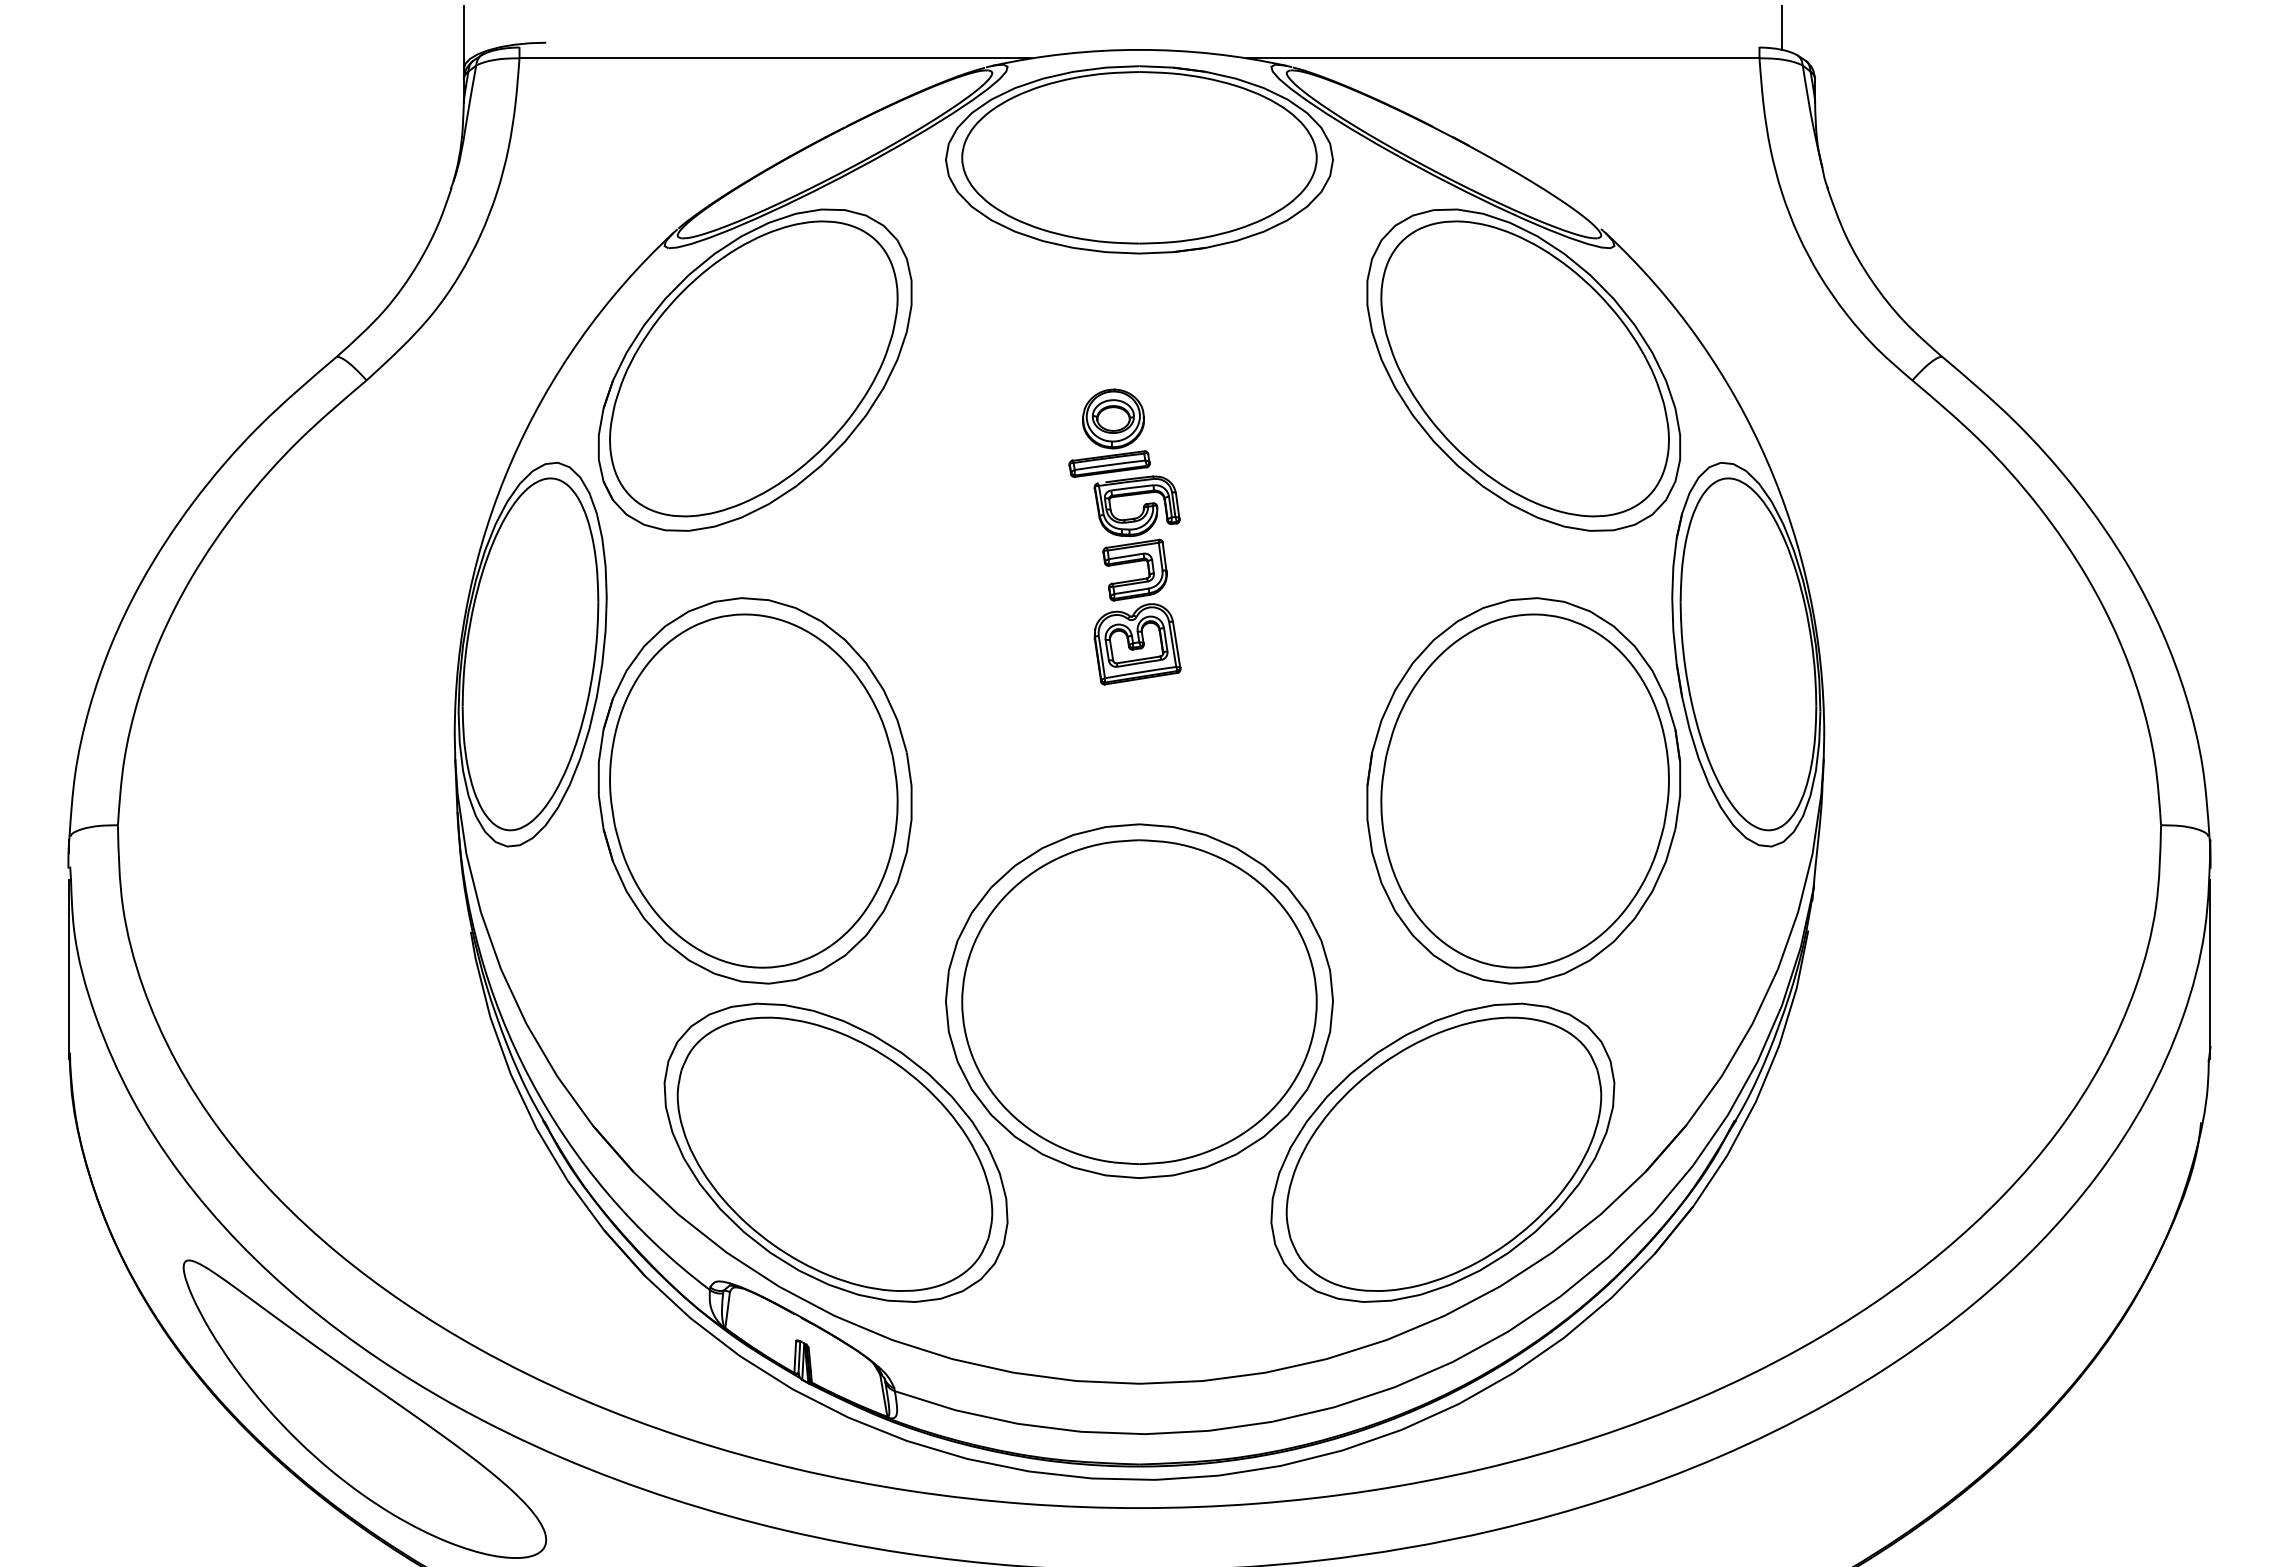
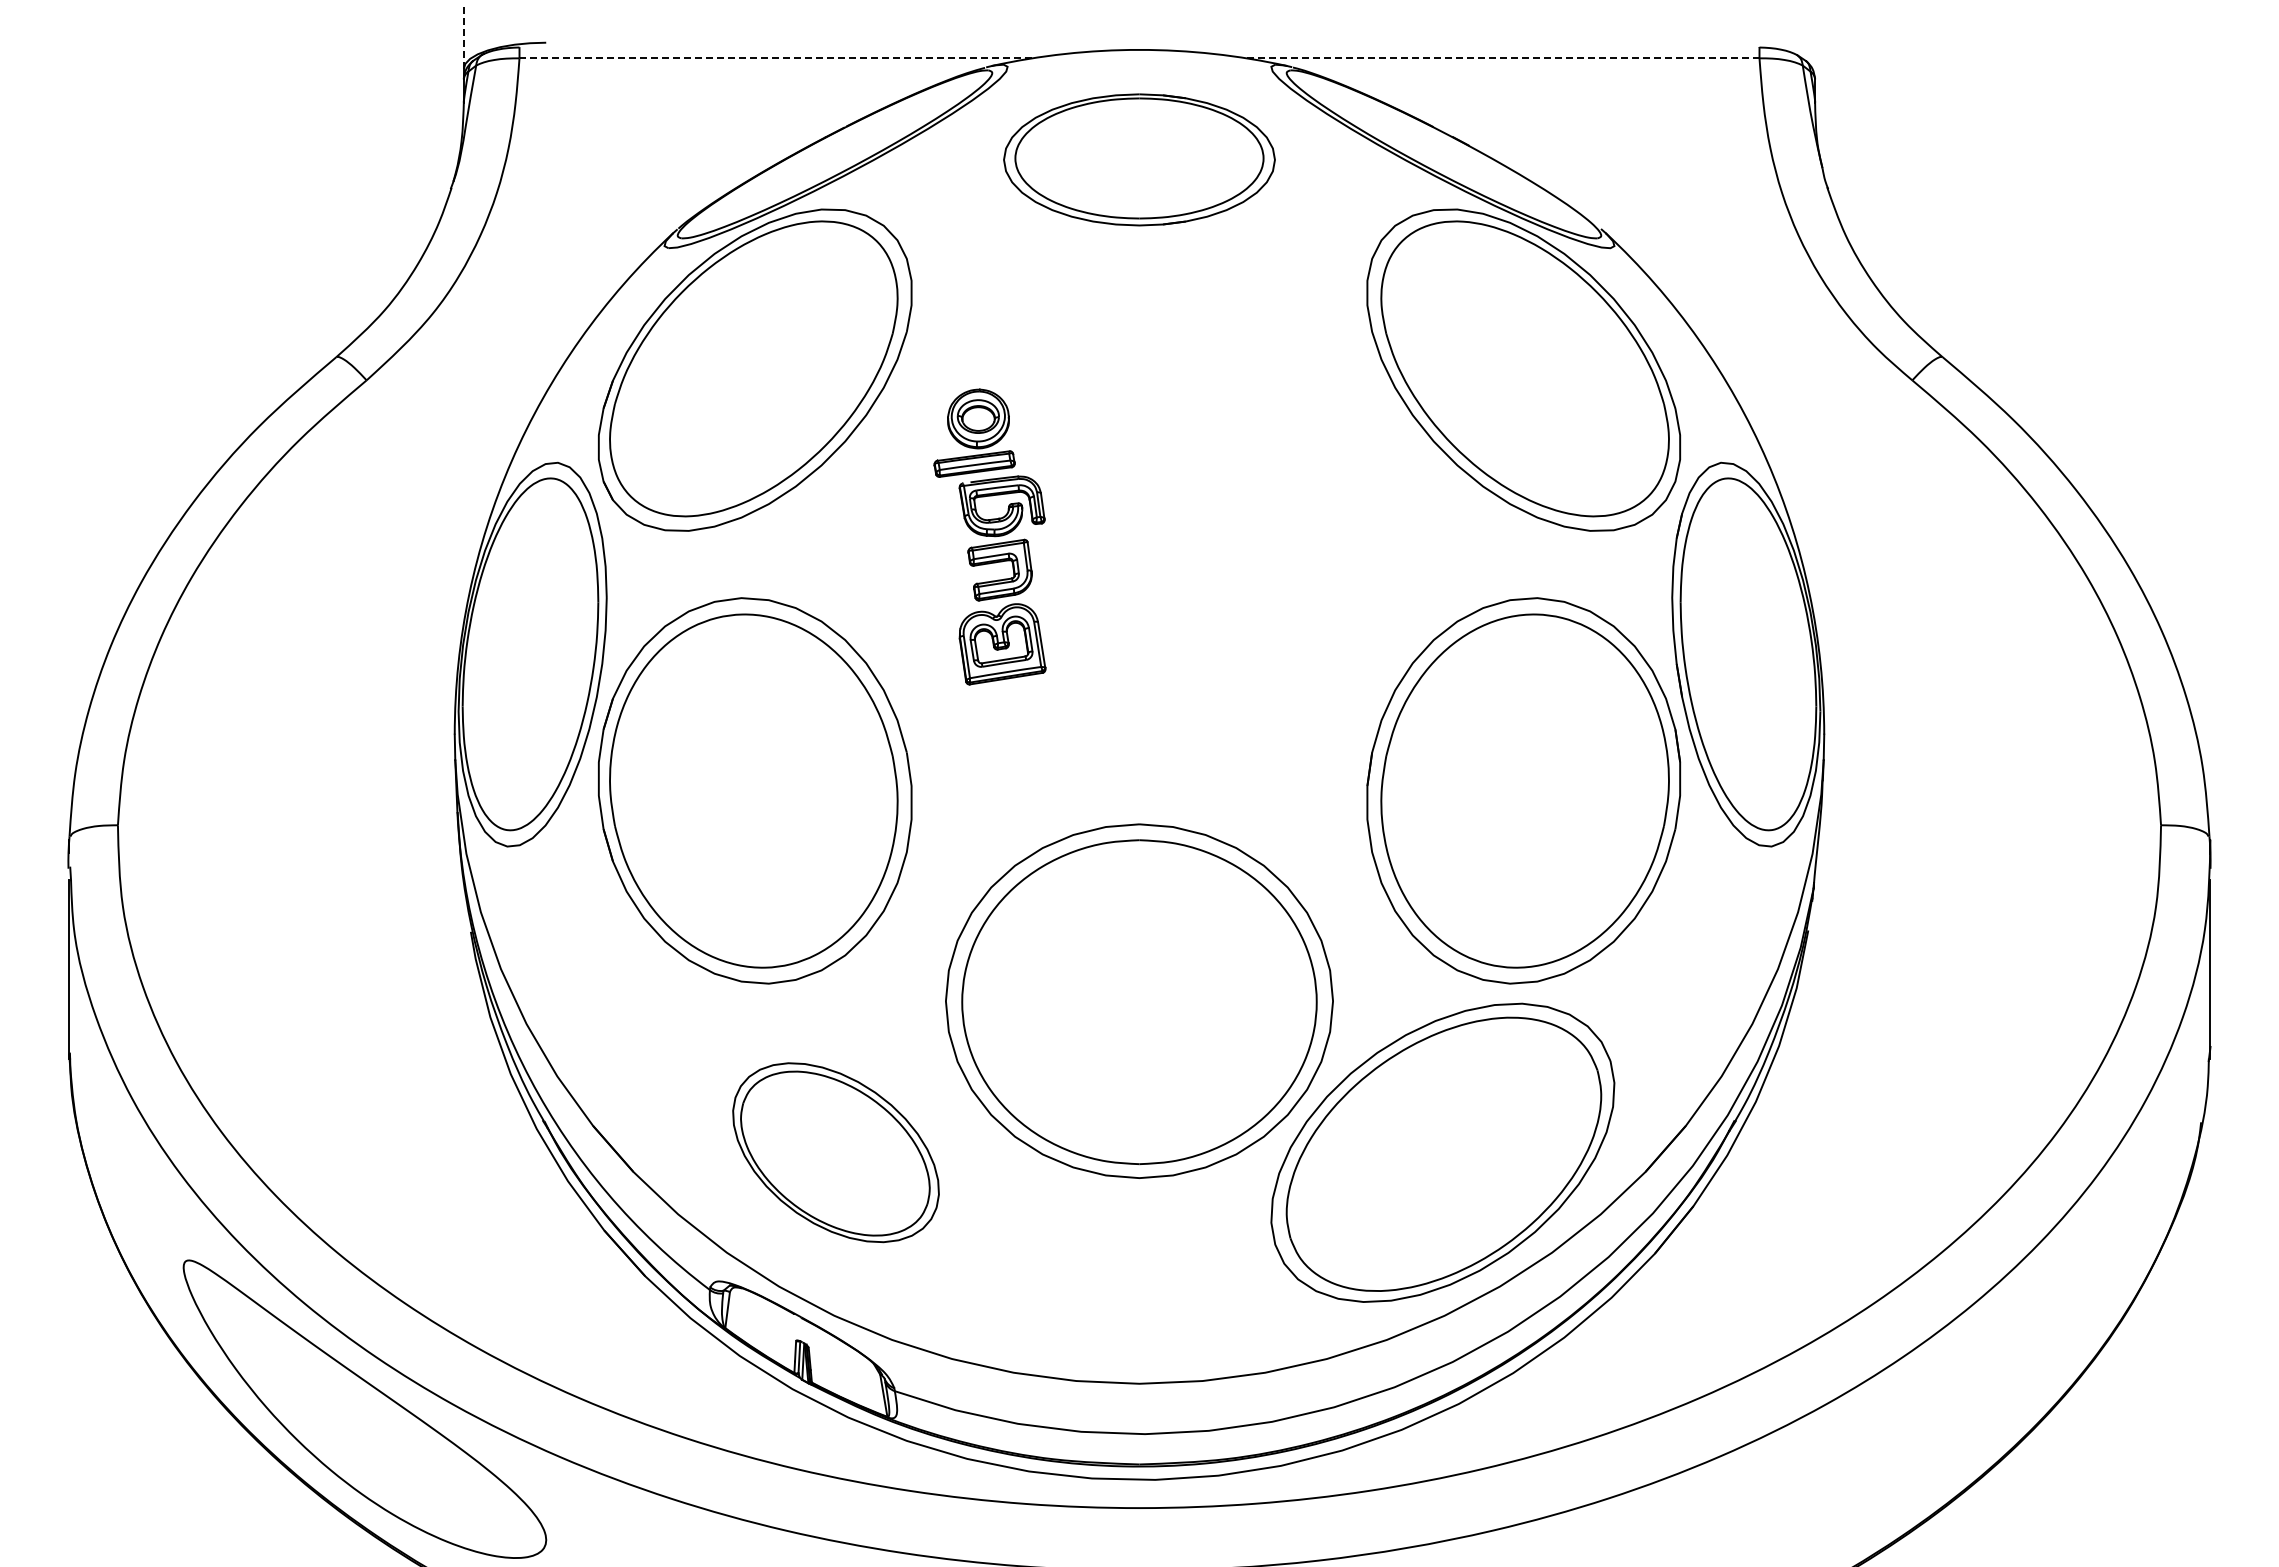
line at (1782, 27): present -> none
line at (463, 37): solid -> dashed
line at (775, 58): solid -> dashed
line at (1502, 58): solid -> dashed
part at (1139, 159) size: 389x190 px -> 273x134 px
part at (1124, 536) position: (1124, 536) -> (989, 536)
part at (835, 1152) size: 346x301 px -> 208x182 px
